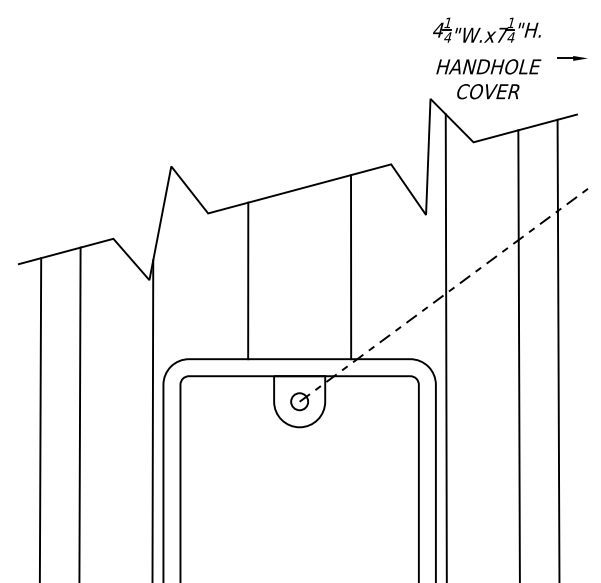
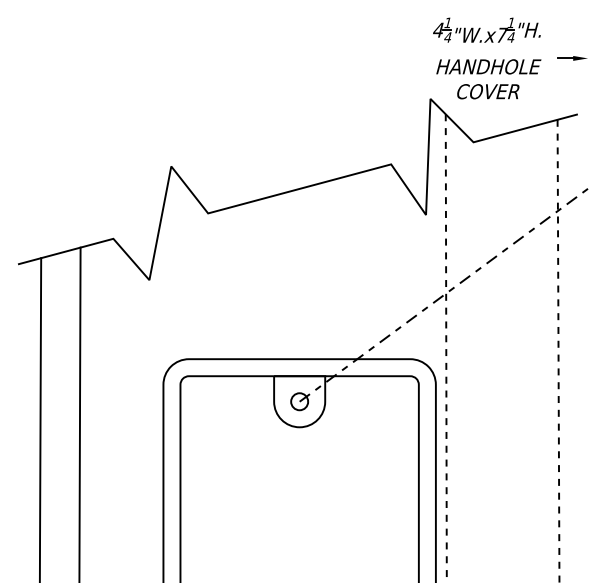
line at (351, 267): present -> none
line at (248, 280): present -> none
line at (446, 349): solid -> dashed
line at (558, 351): solid -> dashed
line at (518, 354): present -> none
line at (152, 419): present -> none
